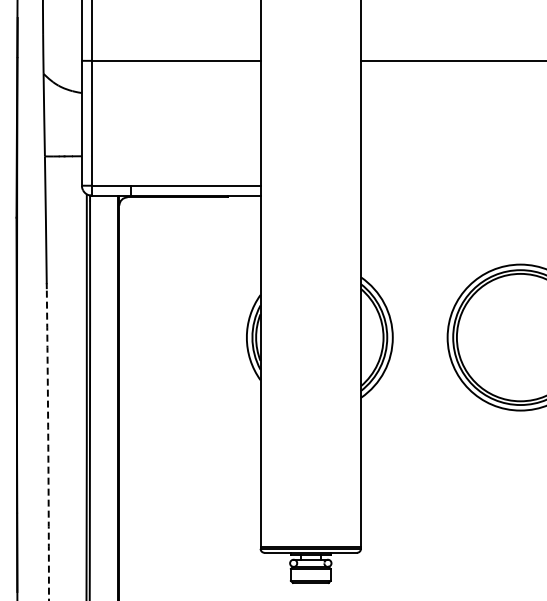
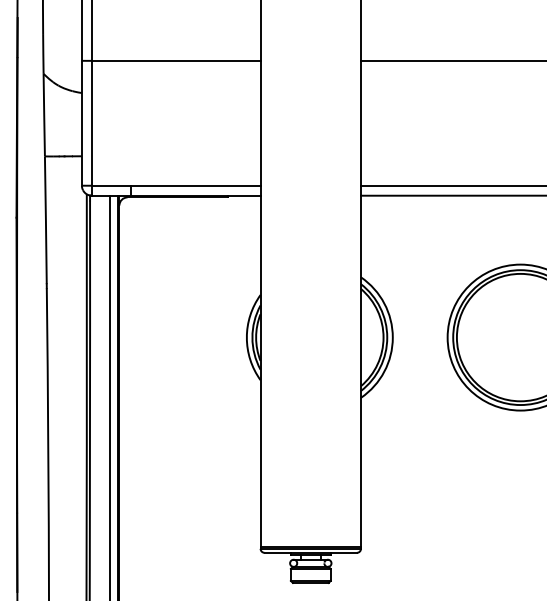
line at (452, 185): none -> present
line at (452, 195): none -> present
line at (110, 396): none -> present
arc at (48, 444): dashed -> solid
